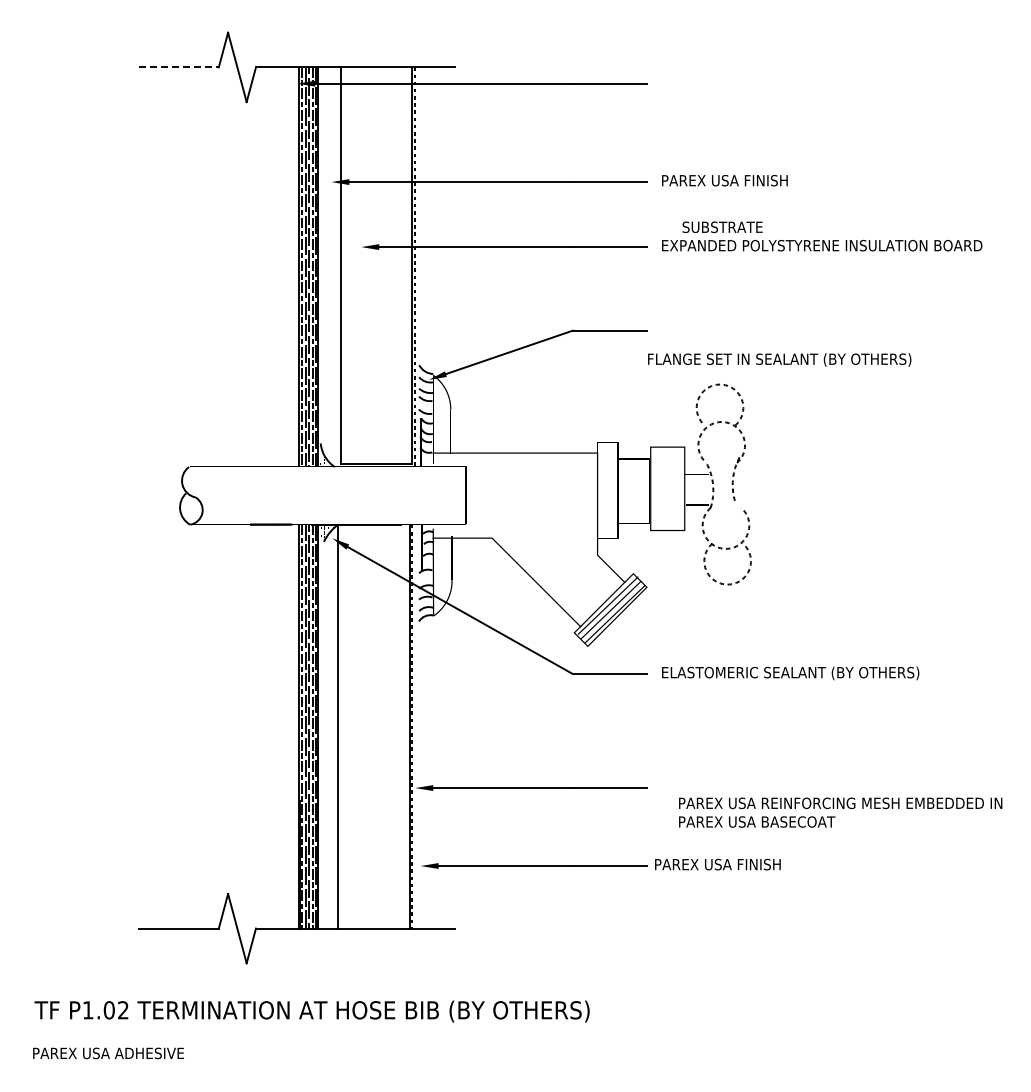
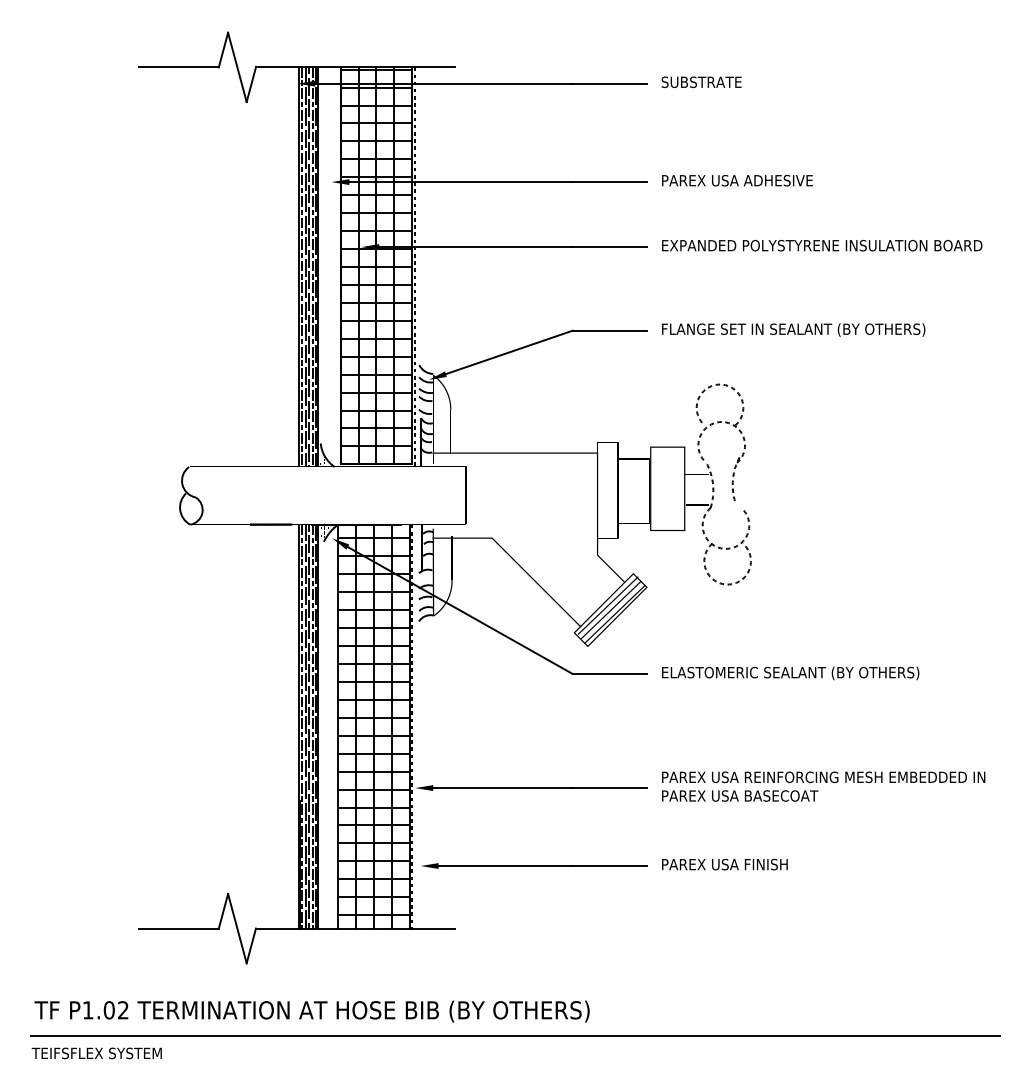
line at (179, 67): dashed -> solid
text at (777, 180): PAREX USA FINISH -> PAREX USA ADHESIVE
text at (722, 226) position: (722, 226) -> (701, 81)
hatch at (376, 265): none -> present
text at (779, 359) position: (779, 359) -> (793, 329)
hatch at (374, 726): none -> present
text at (840, 812) position: (840, 812) -> (823, 786)
text at (717, 864) position: (717, 864) -> (724, 864)
line at (515, 1036): none -> present
text at (107, 1053): PAREX USA ADHESIVE -> TEIFSFLEX SYSTEM
